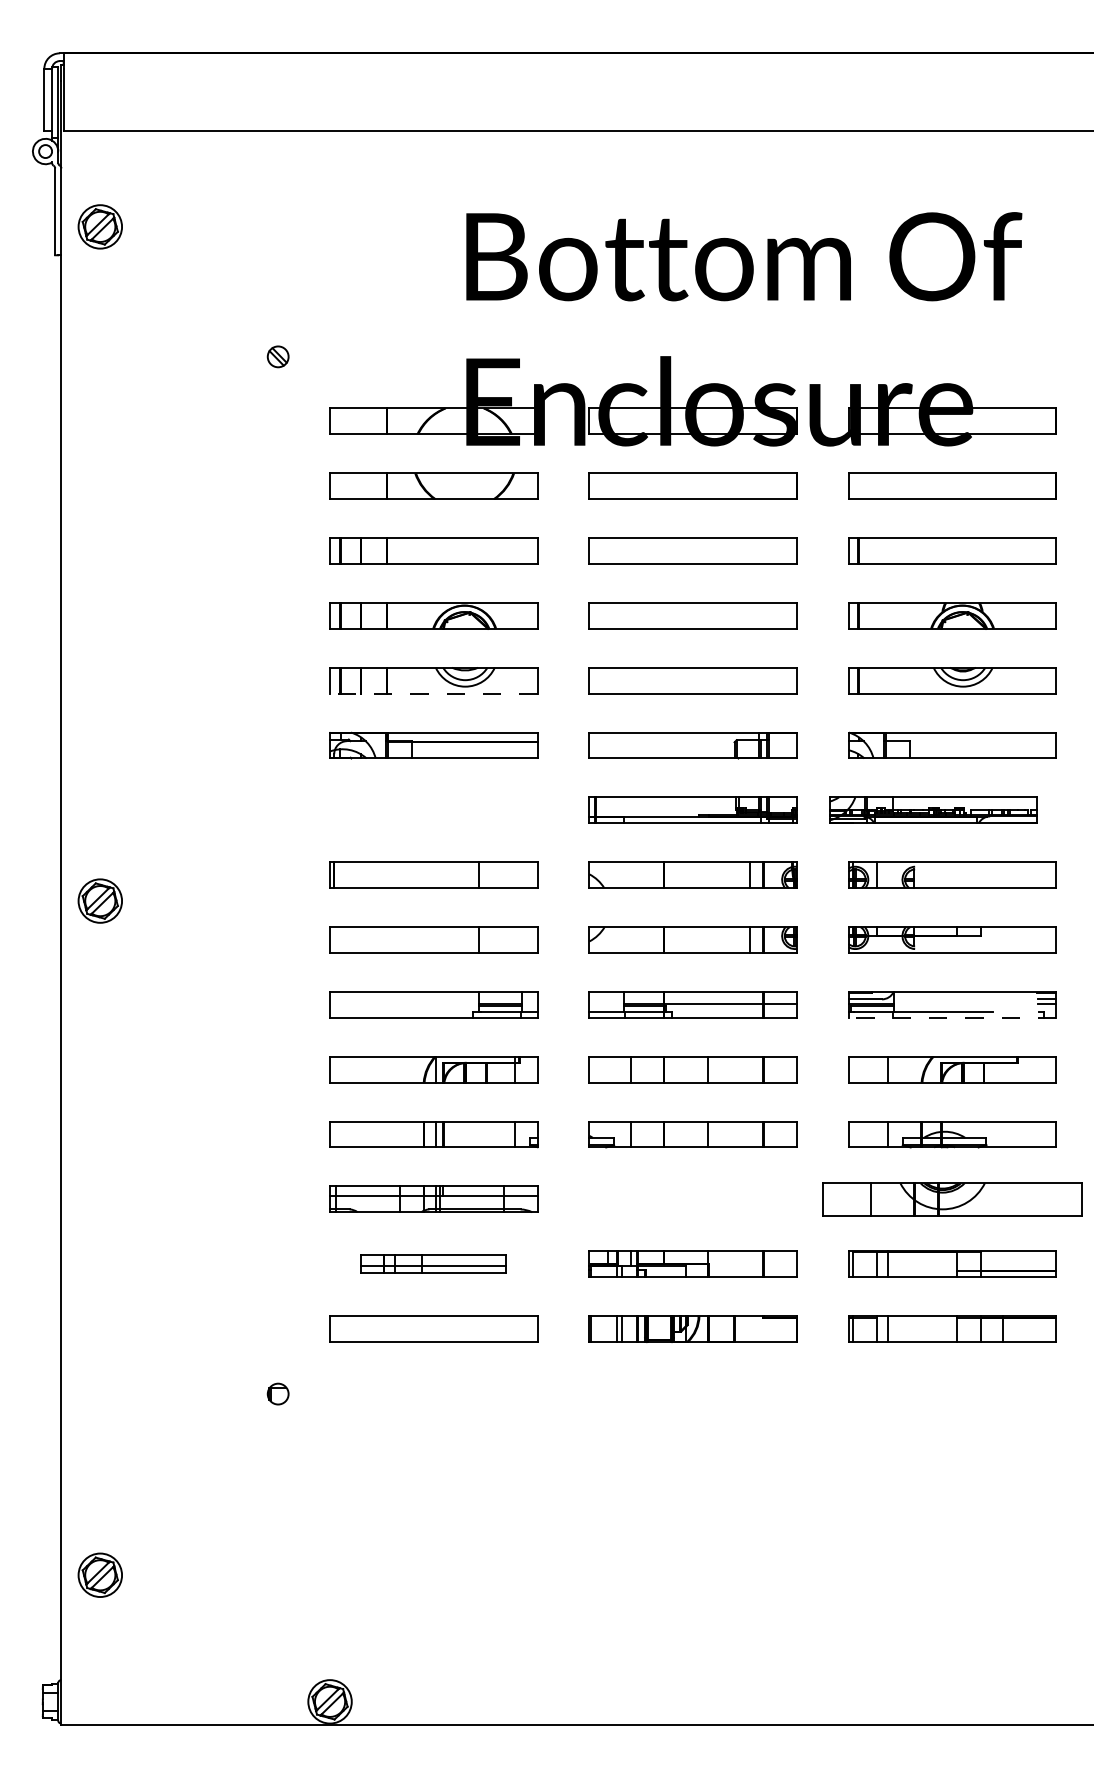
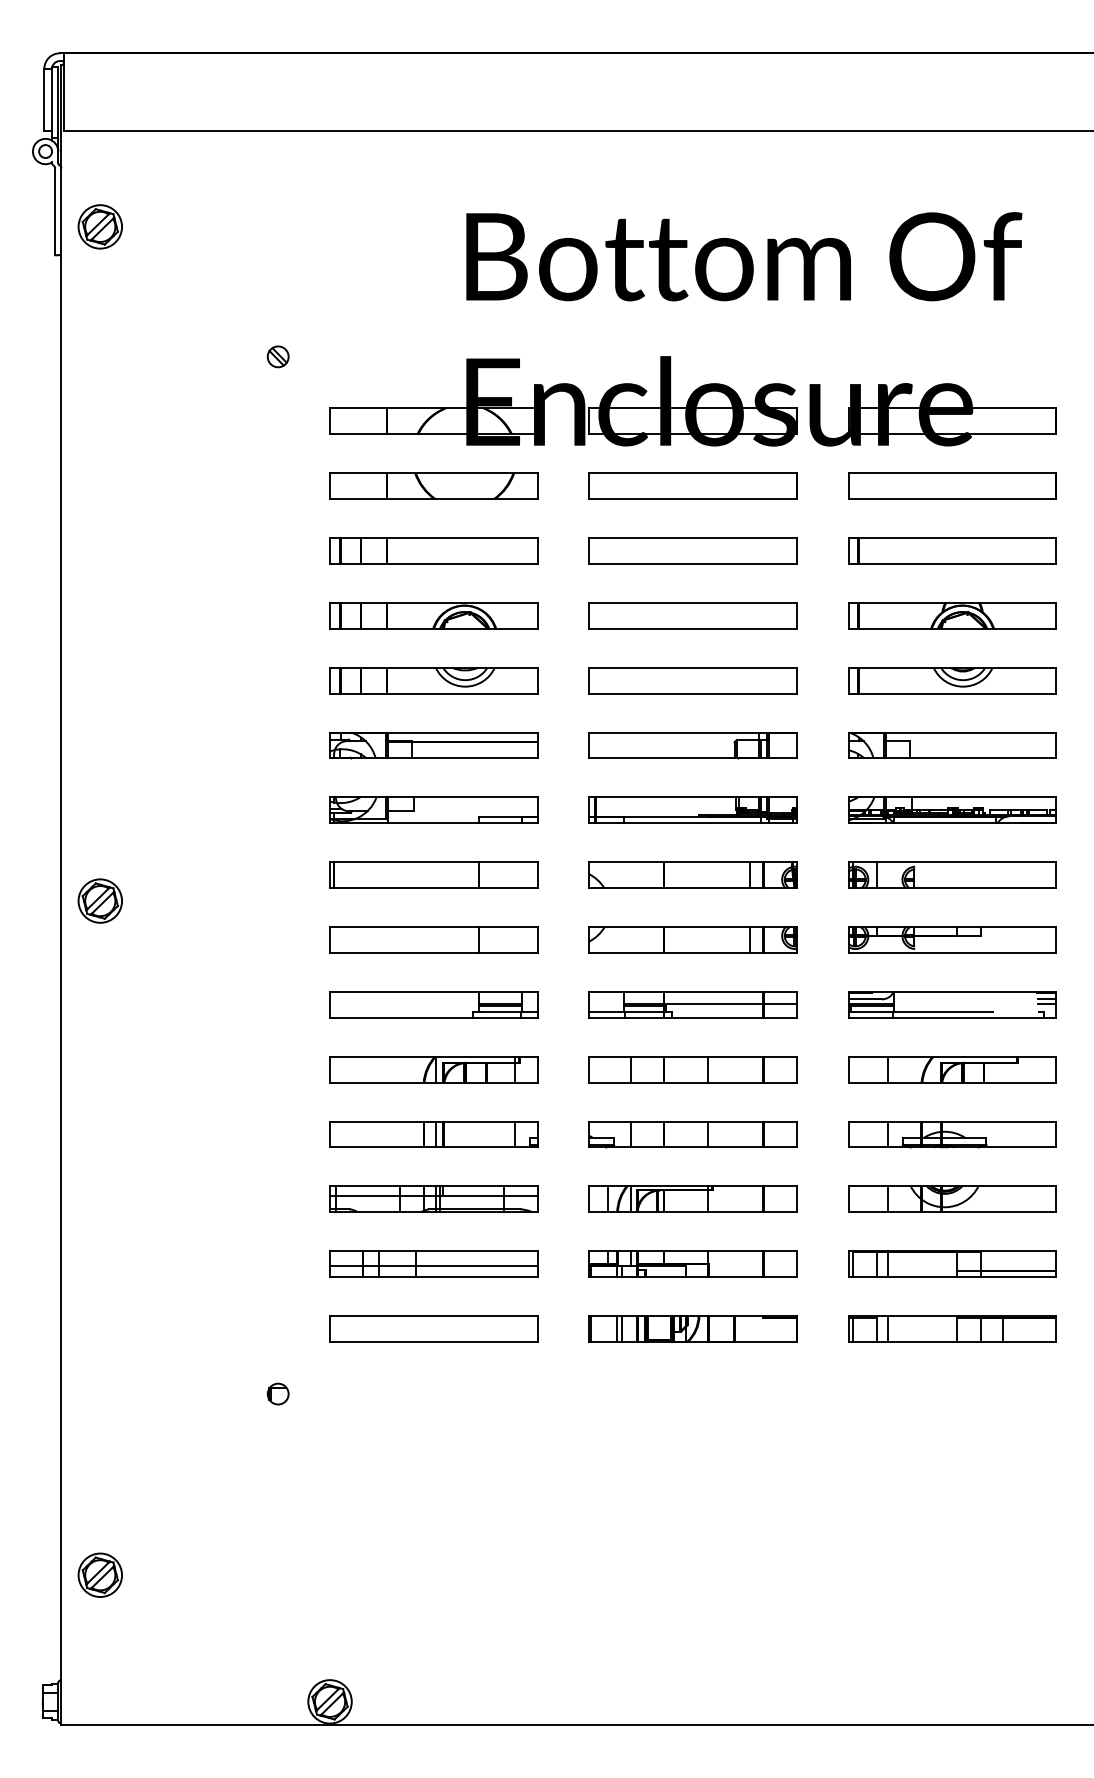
line at (433, 693): dashed -> solid
part at (433, 809): none -> present
part at (933, 809) position: (933, 809) -> (952, 809)
line at (952, 1017): dashed -> solid
part at (692, 1198): none -> present
part at (952, 1199) size: 261x35 px -> 209x28 px
part at (433, 1263) size: 147x20 px -> 210x28 px
